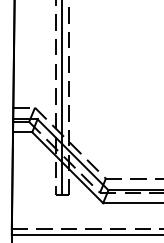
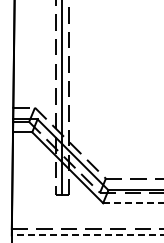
line at (133, 203): solid -> dashed
line at (87, 235): solid -> dashed
